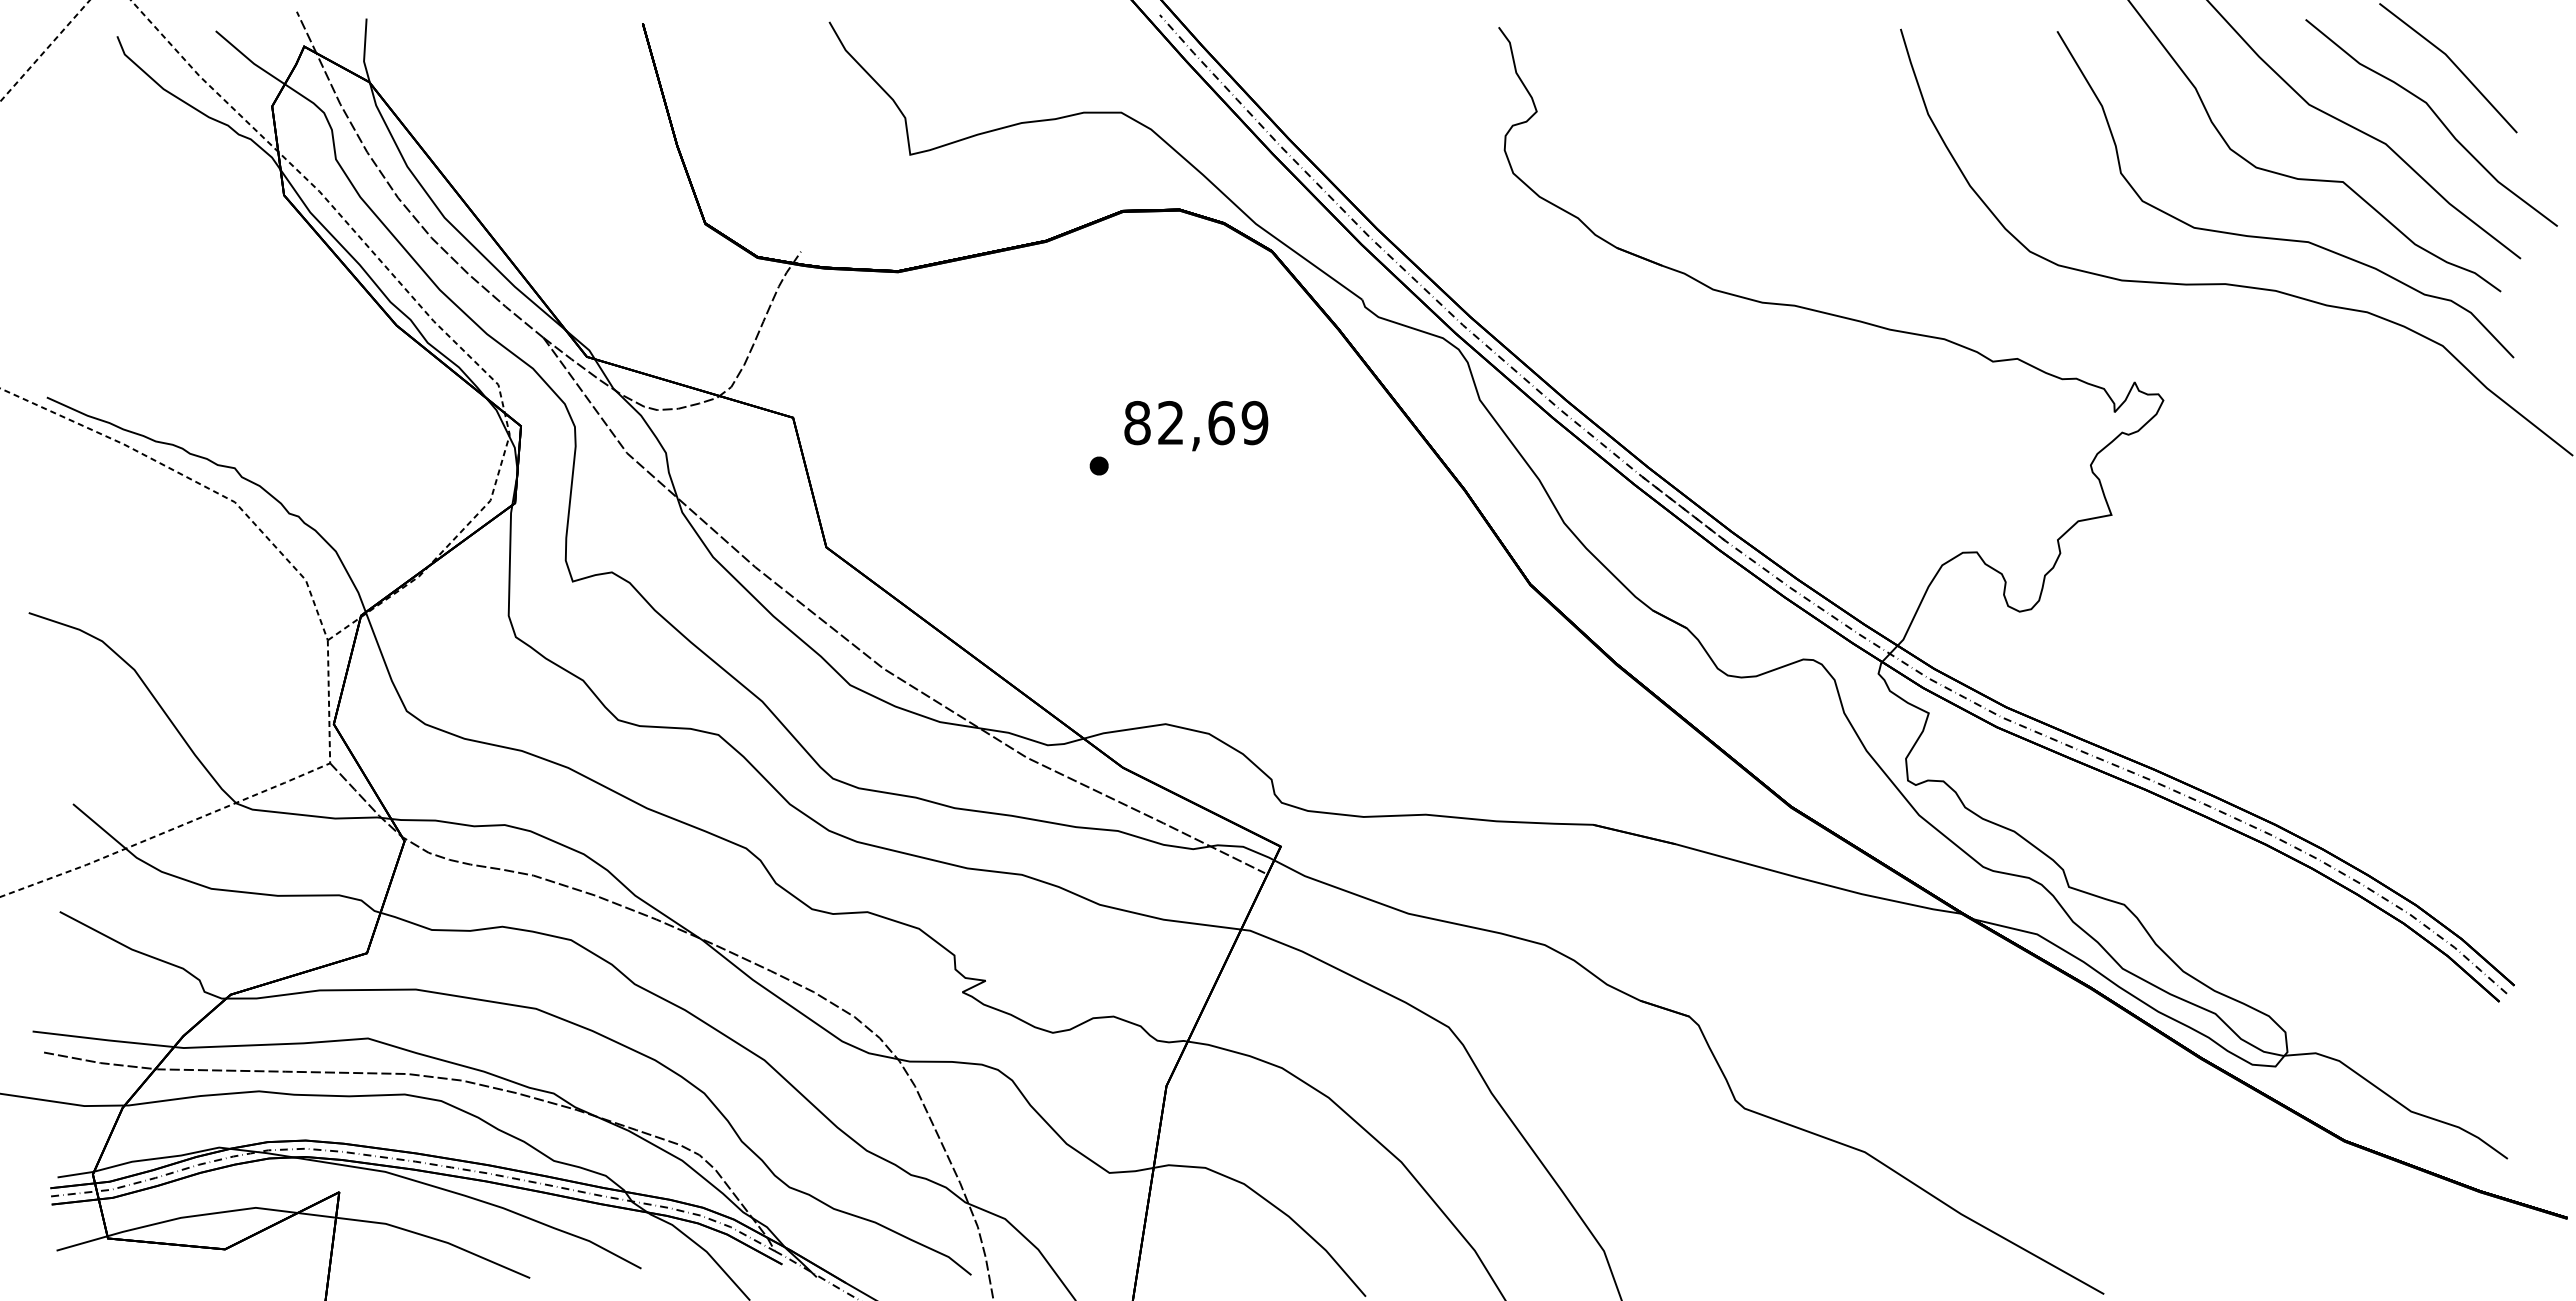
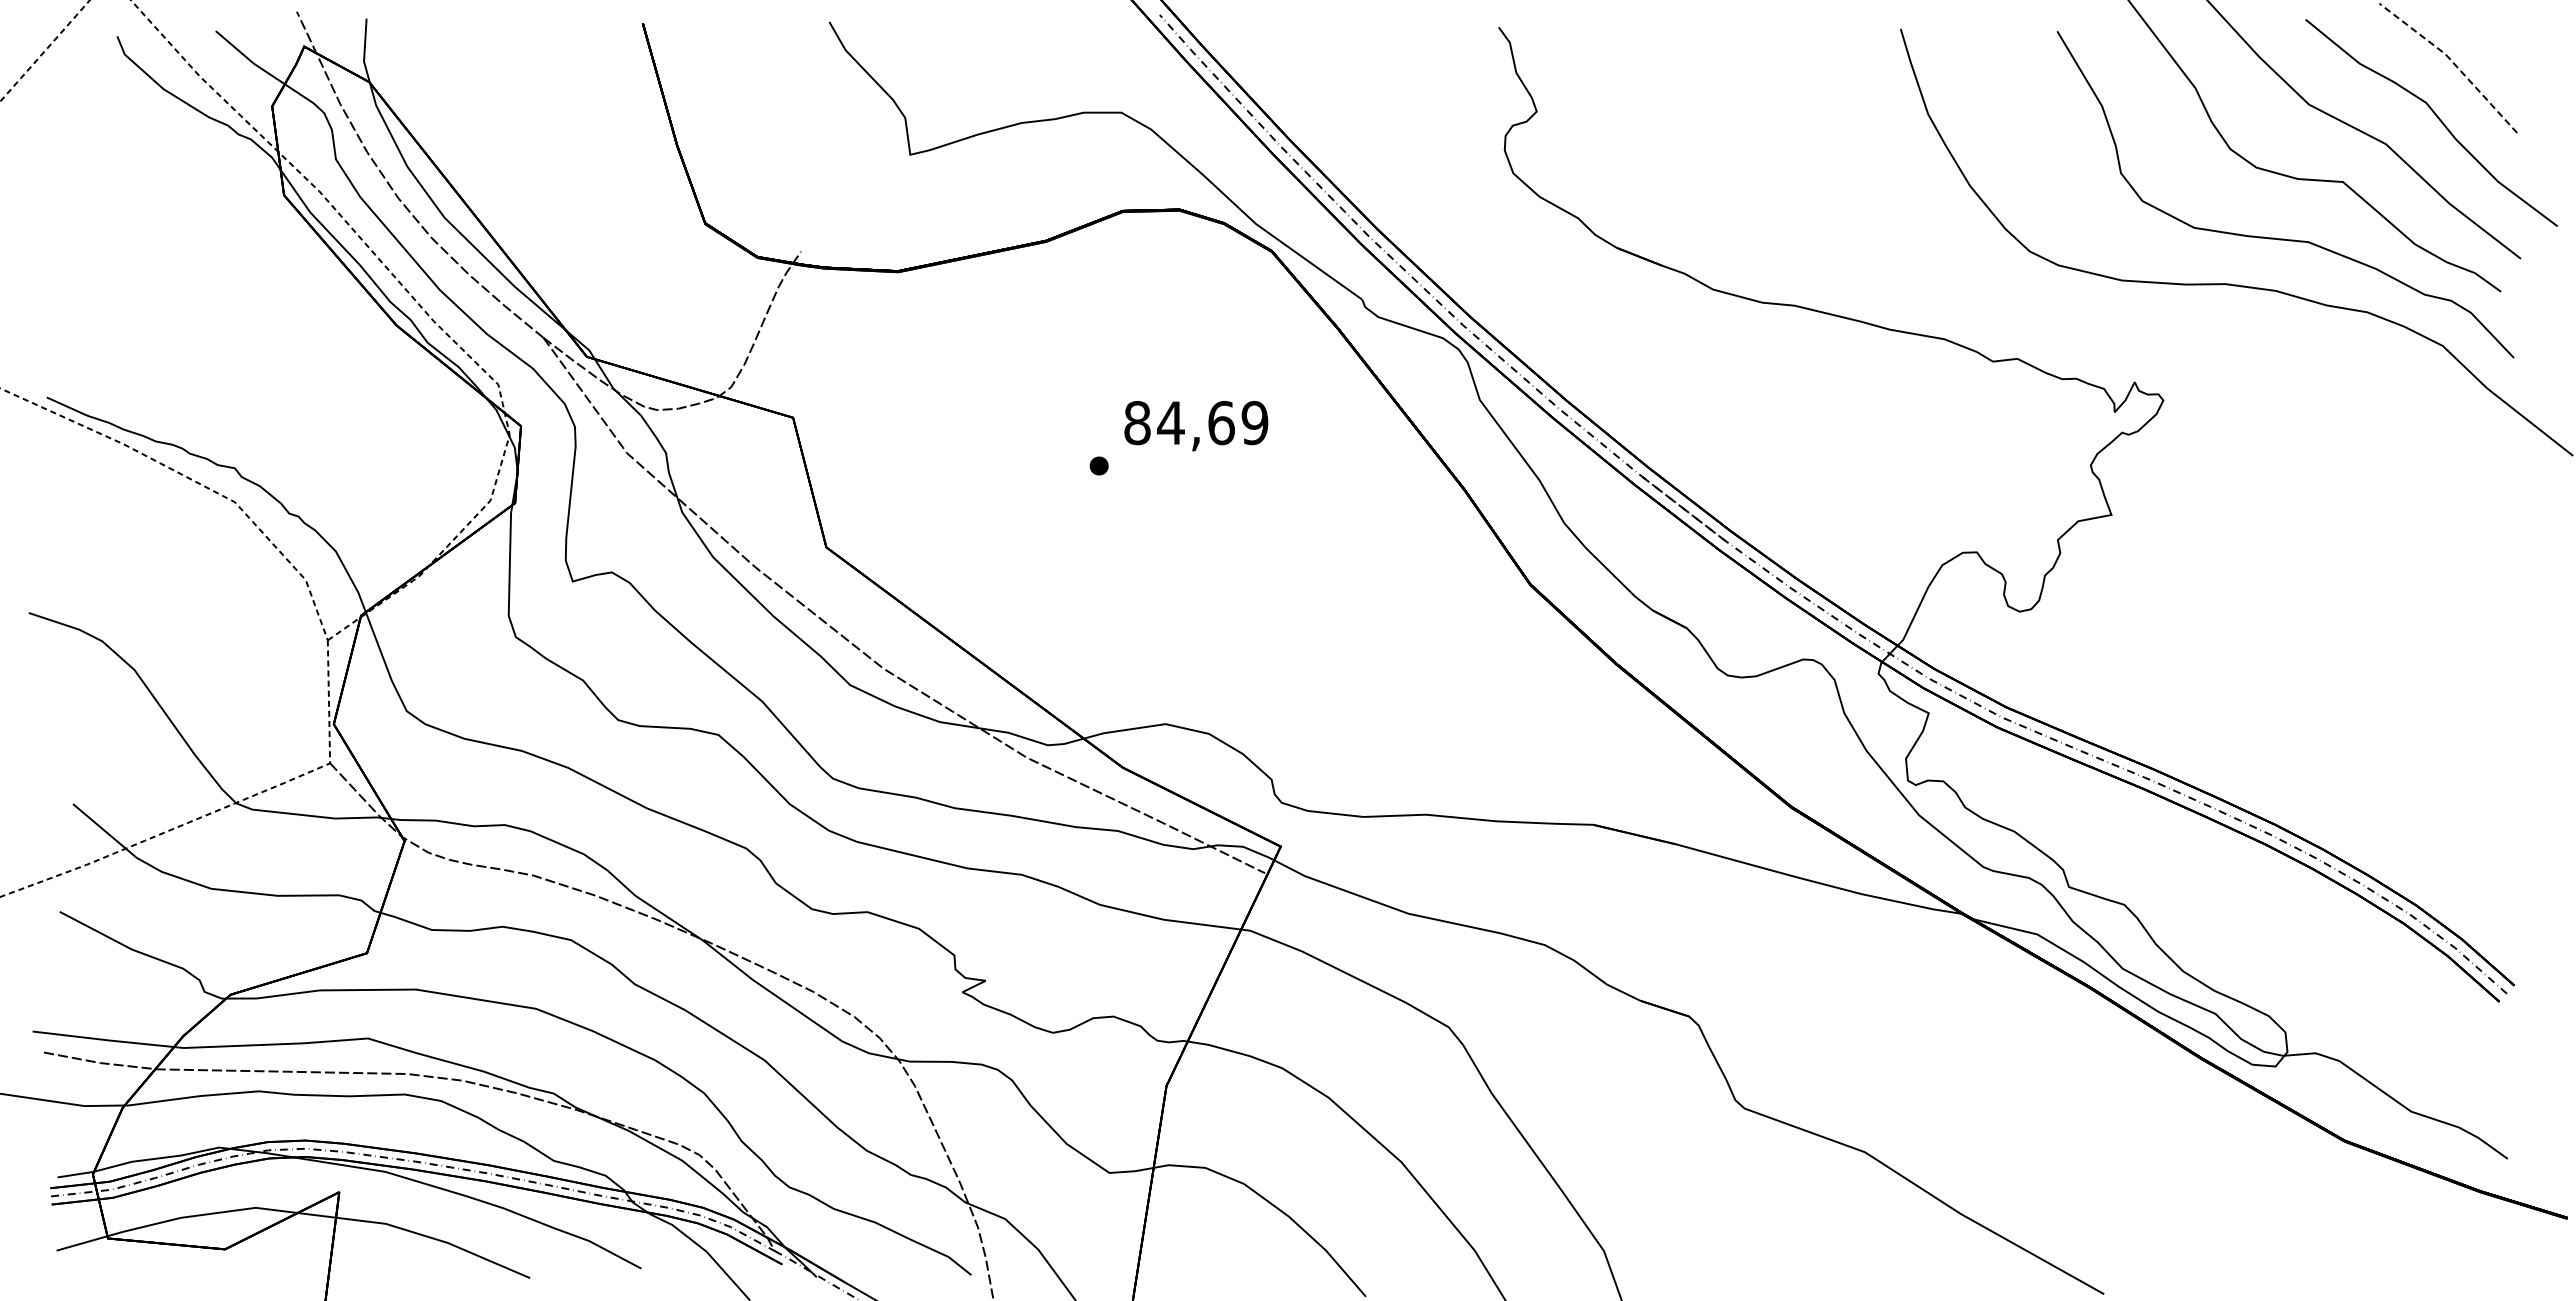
line at (2452, 62): solid -> dashed
text at (1170, 422): 82,69 -> 84,69
